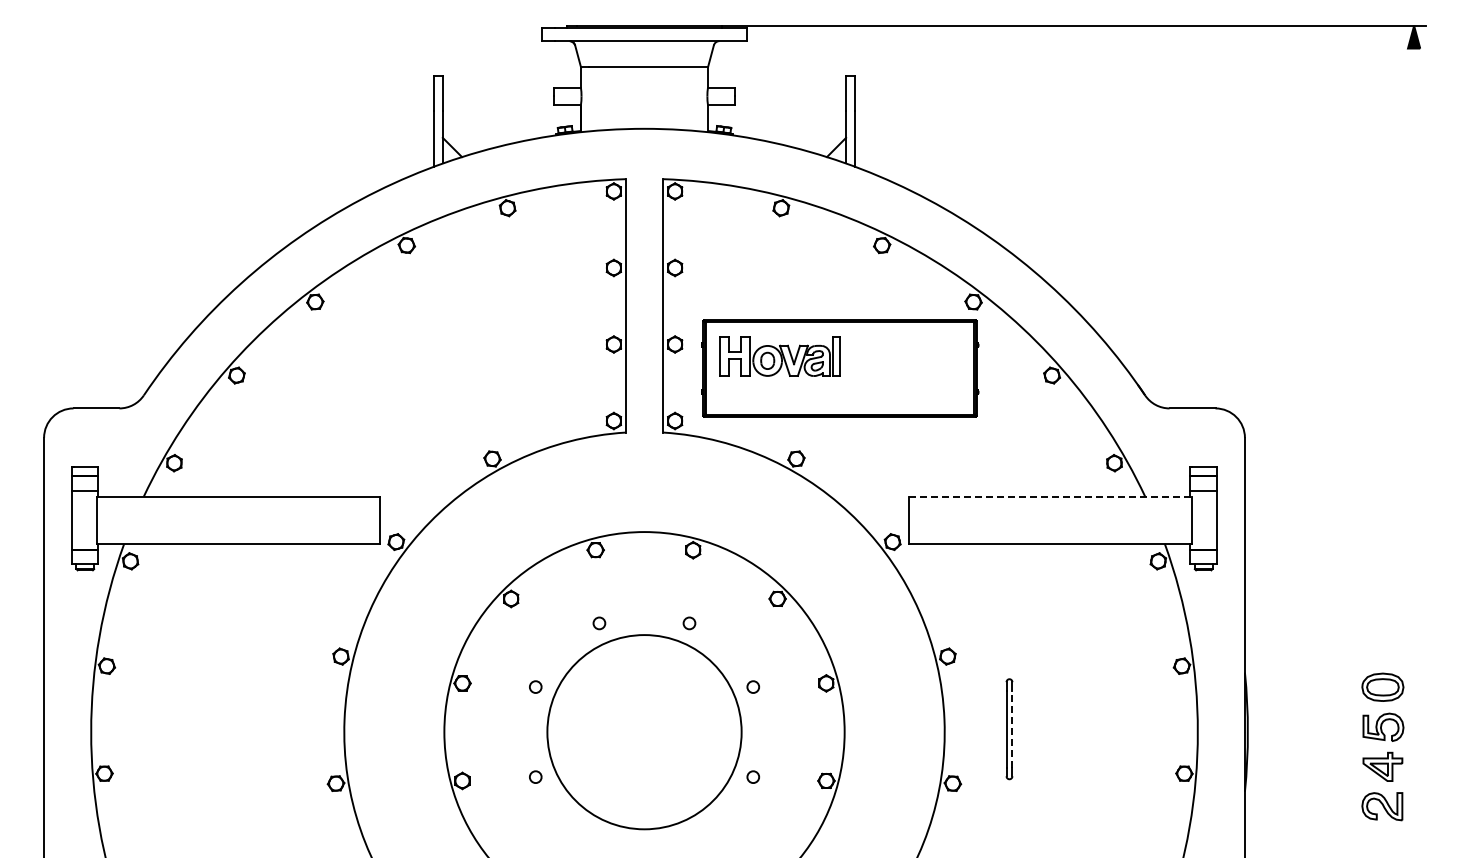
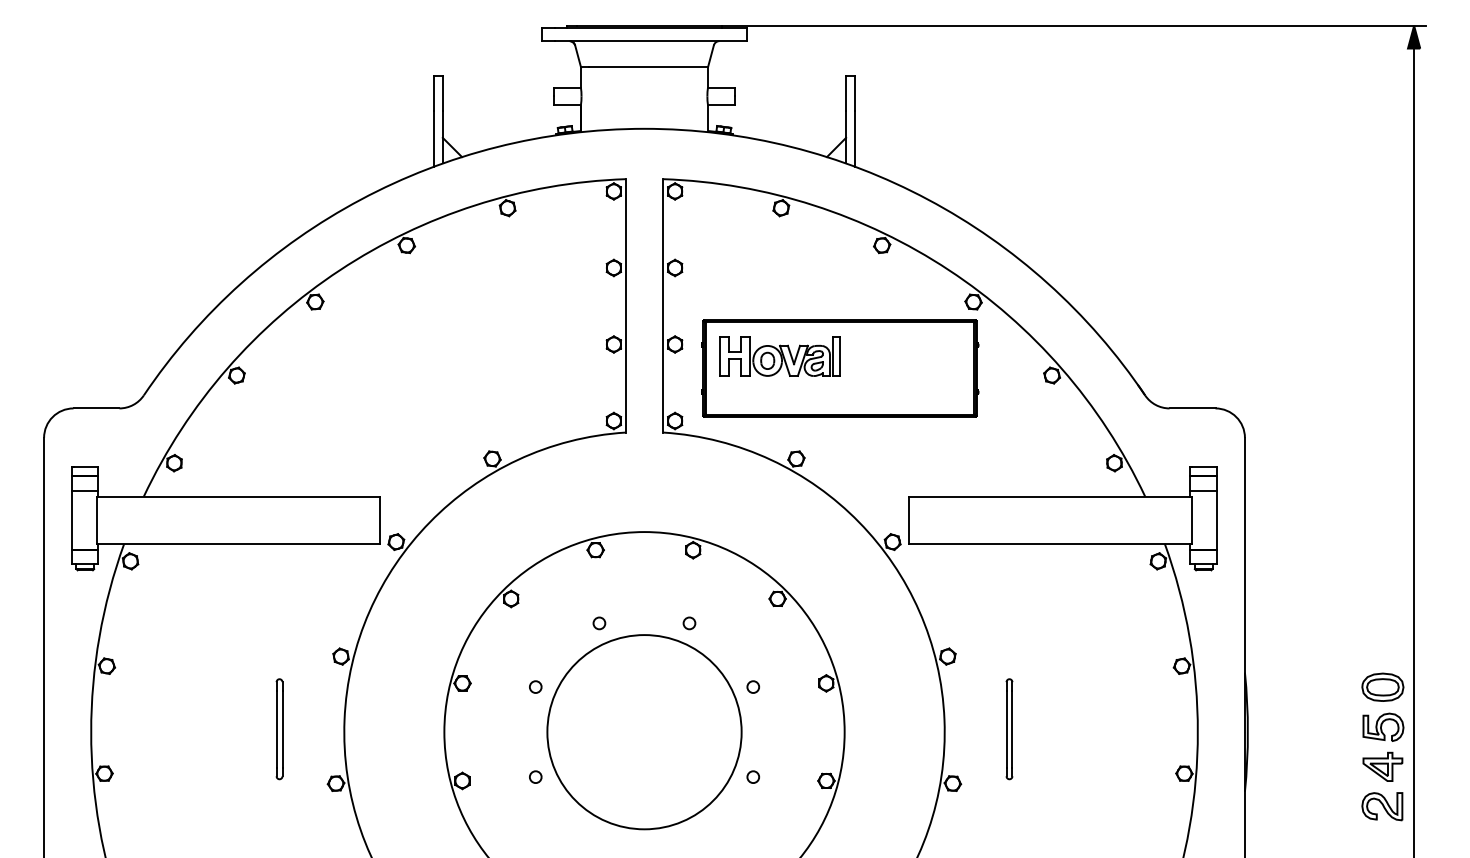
line at (1414, 451): none -> present
line at (1051, 496): dashed -> solid
line at (1012, 728): dashed -> solid
part at (279, 729): none -> present
